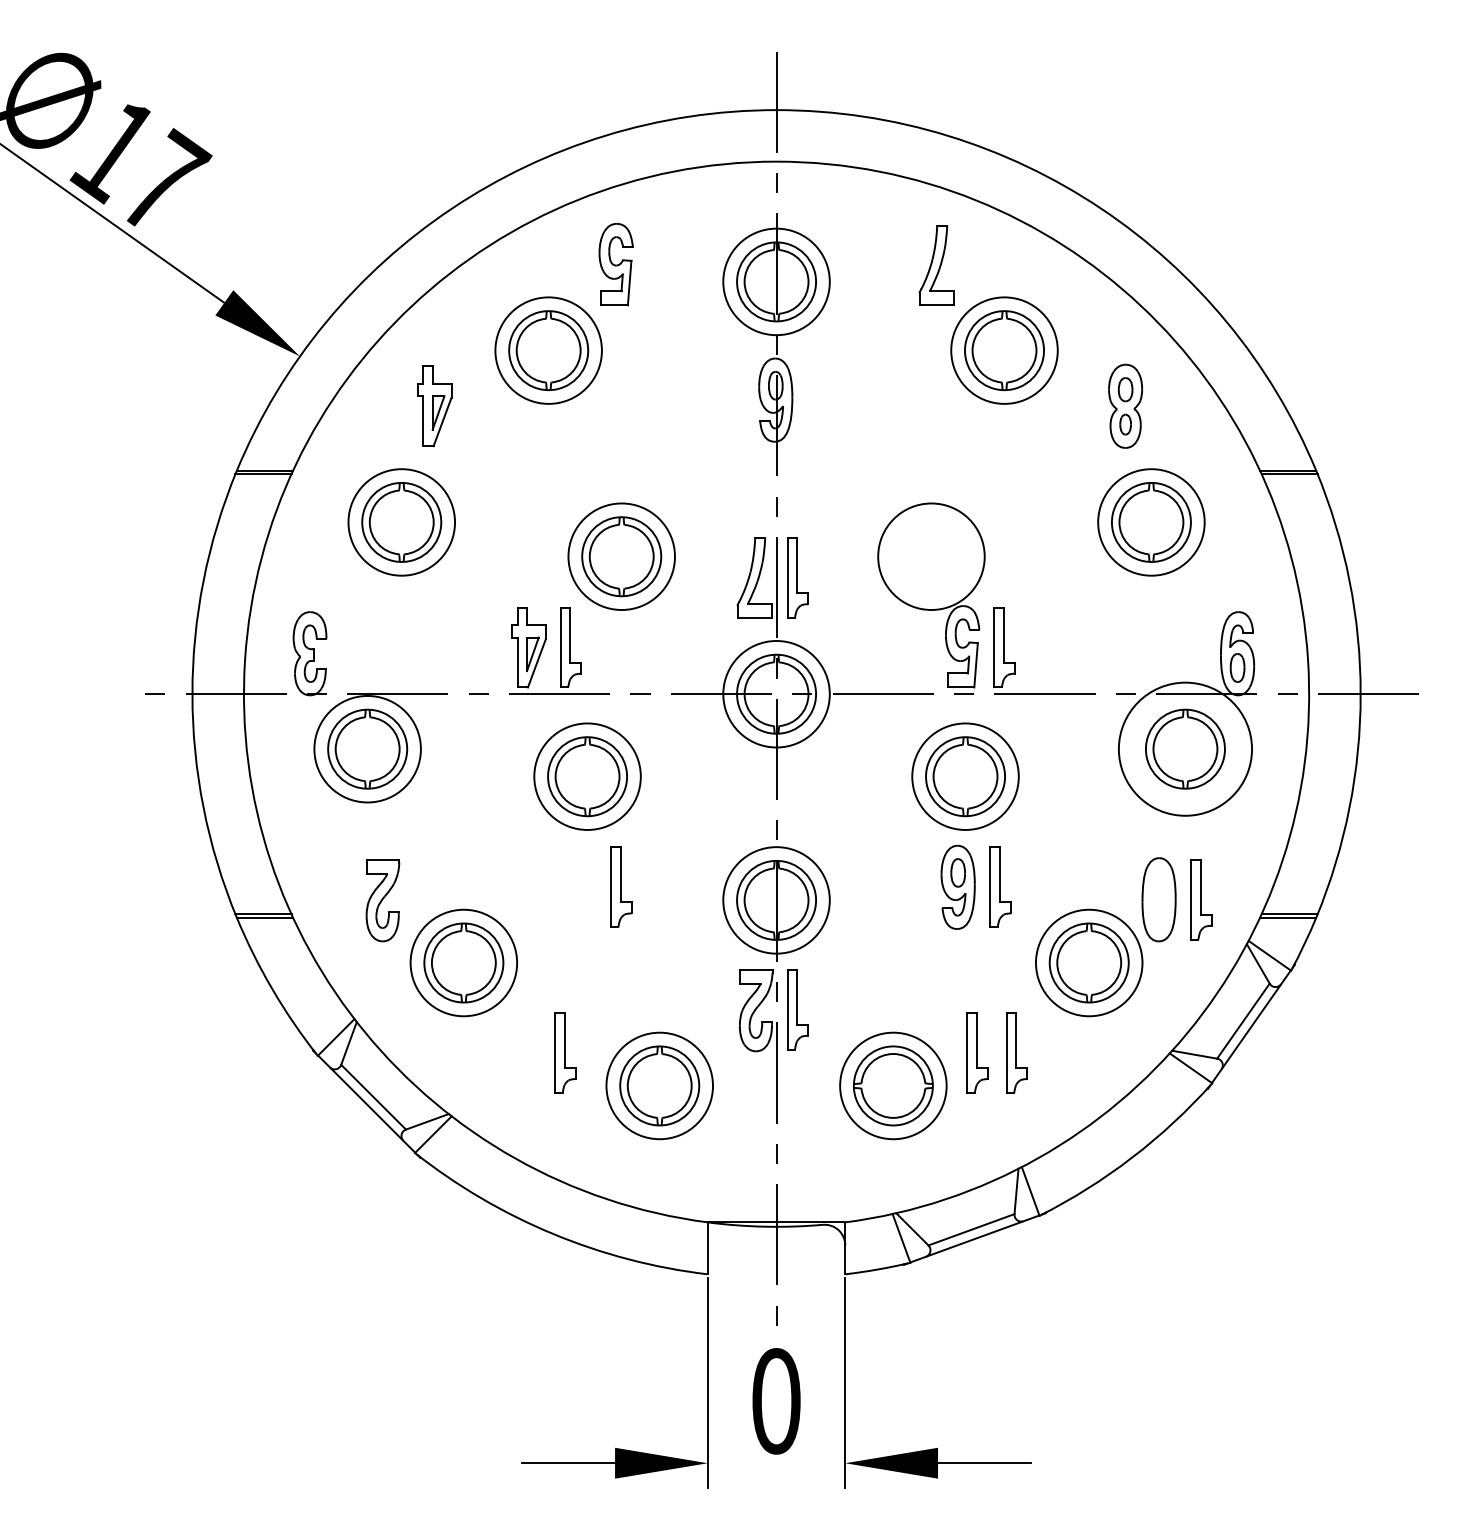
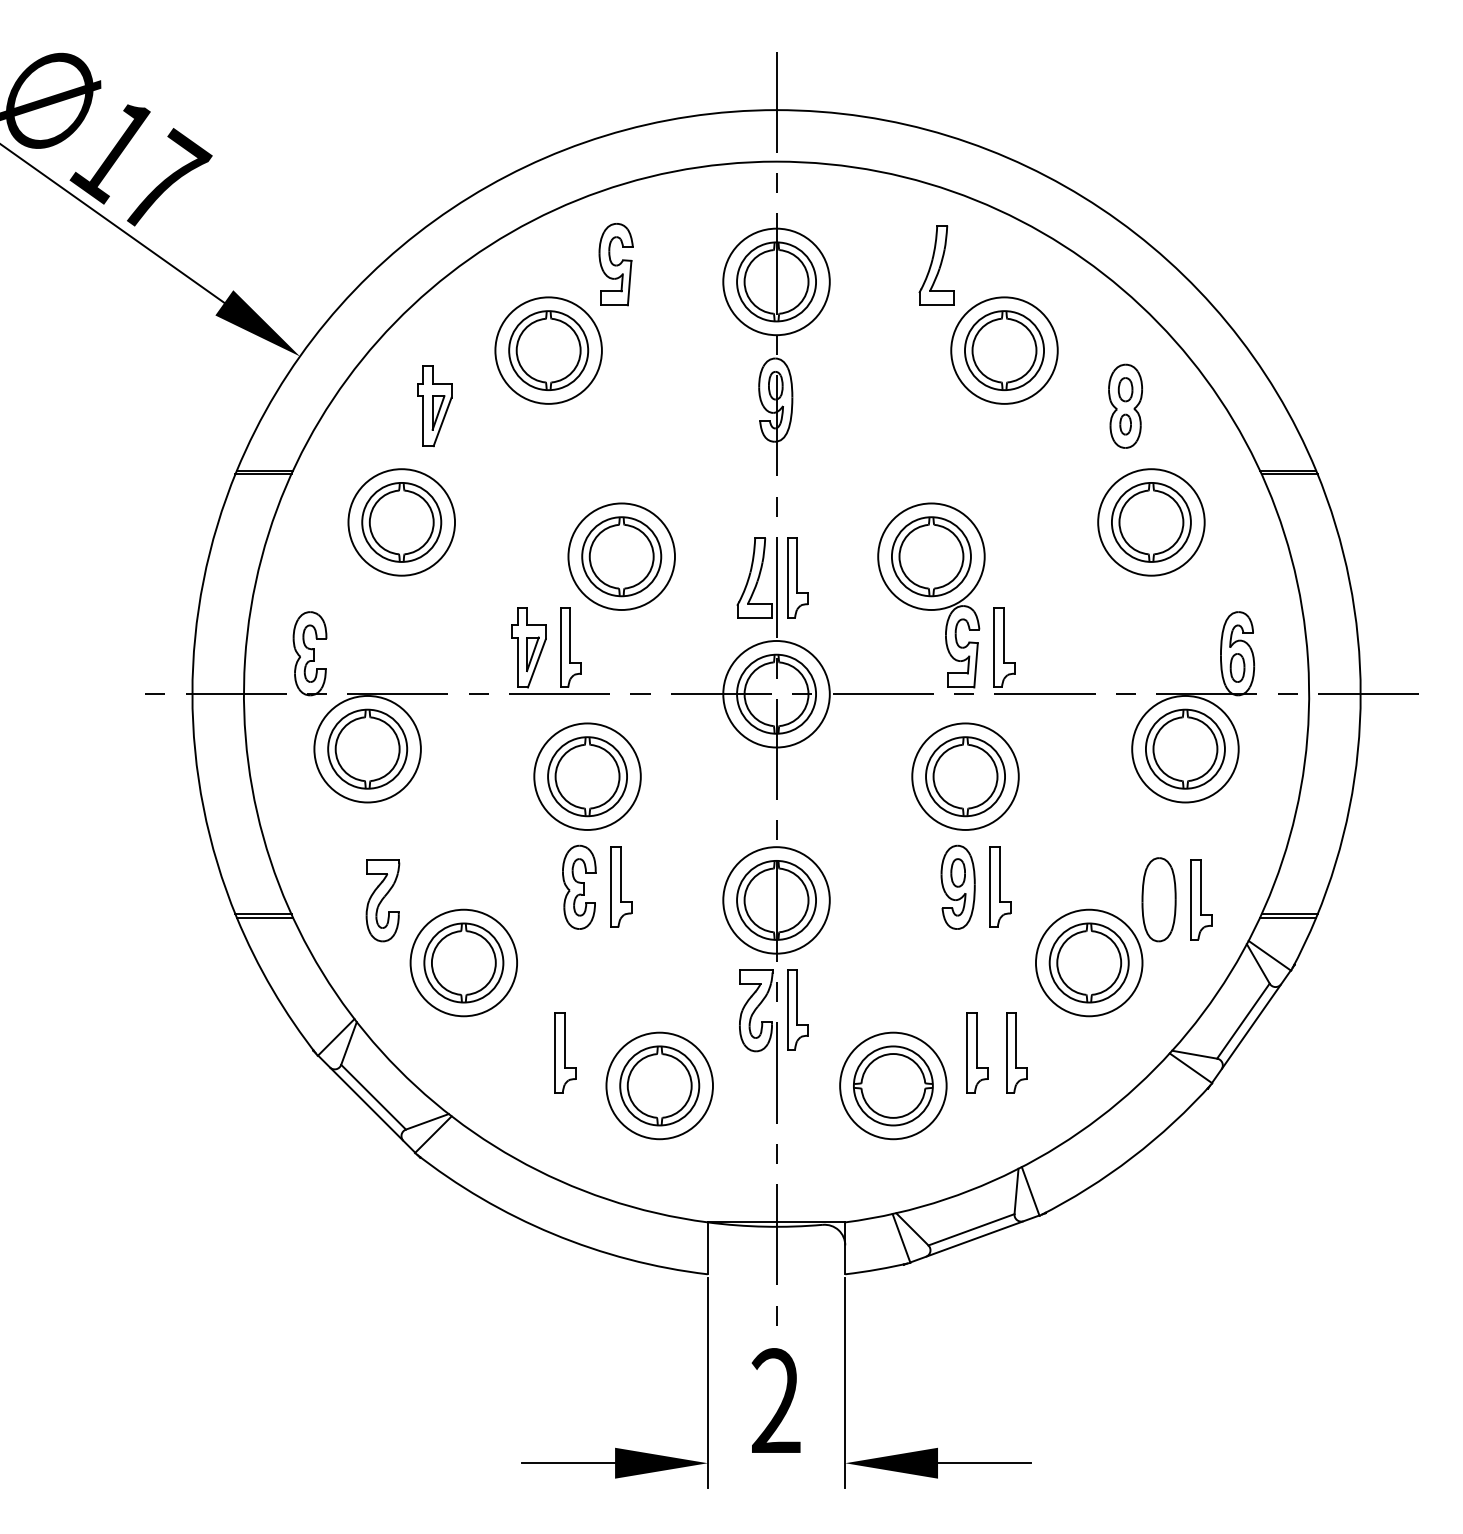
part at (931, 556): none -> present
circle at (1185, 748) diameter: 133 px -> 107 px
part at (579, 886): none -> present
text at (775, 1401): 0 -> 2
